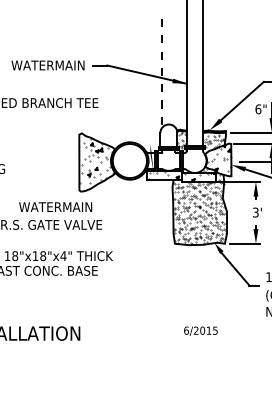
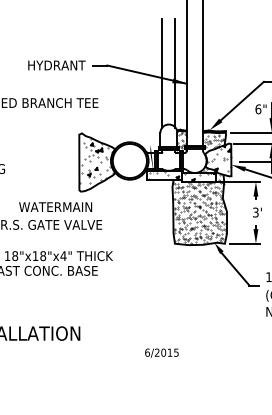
text at (48, 65): WATERMAIN -> HYDRANT
line at (162, 73): dashed -> solid
line at (175, 73): none -> present
text at (200, 330) position: (200, 330) -> (161, 352)
